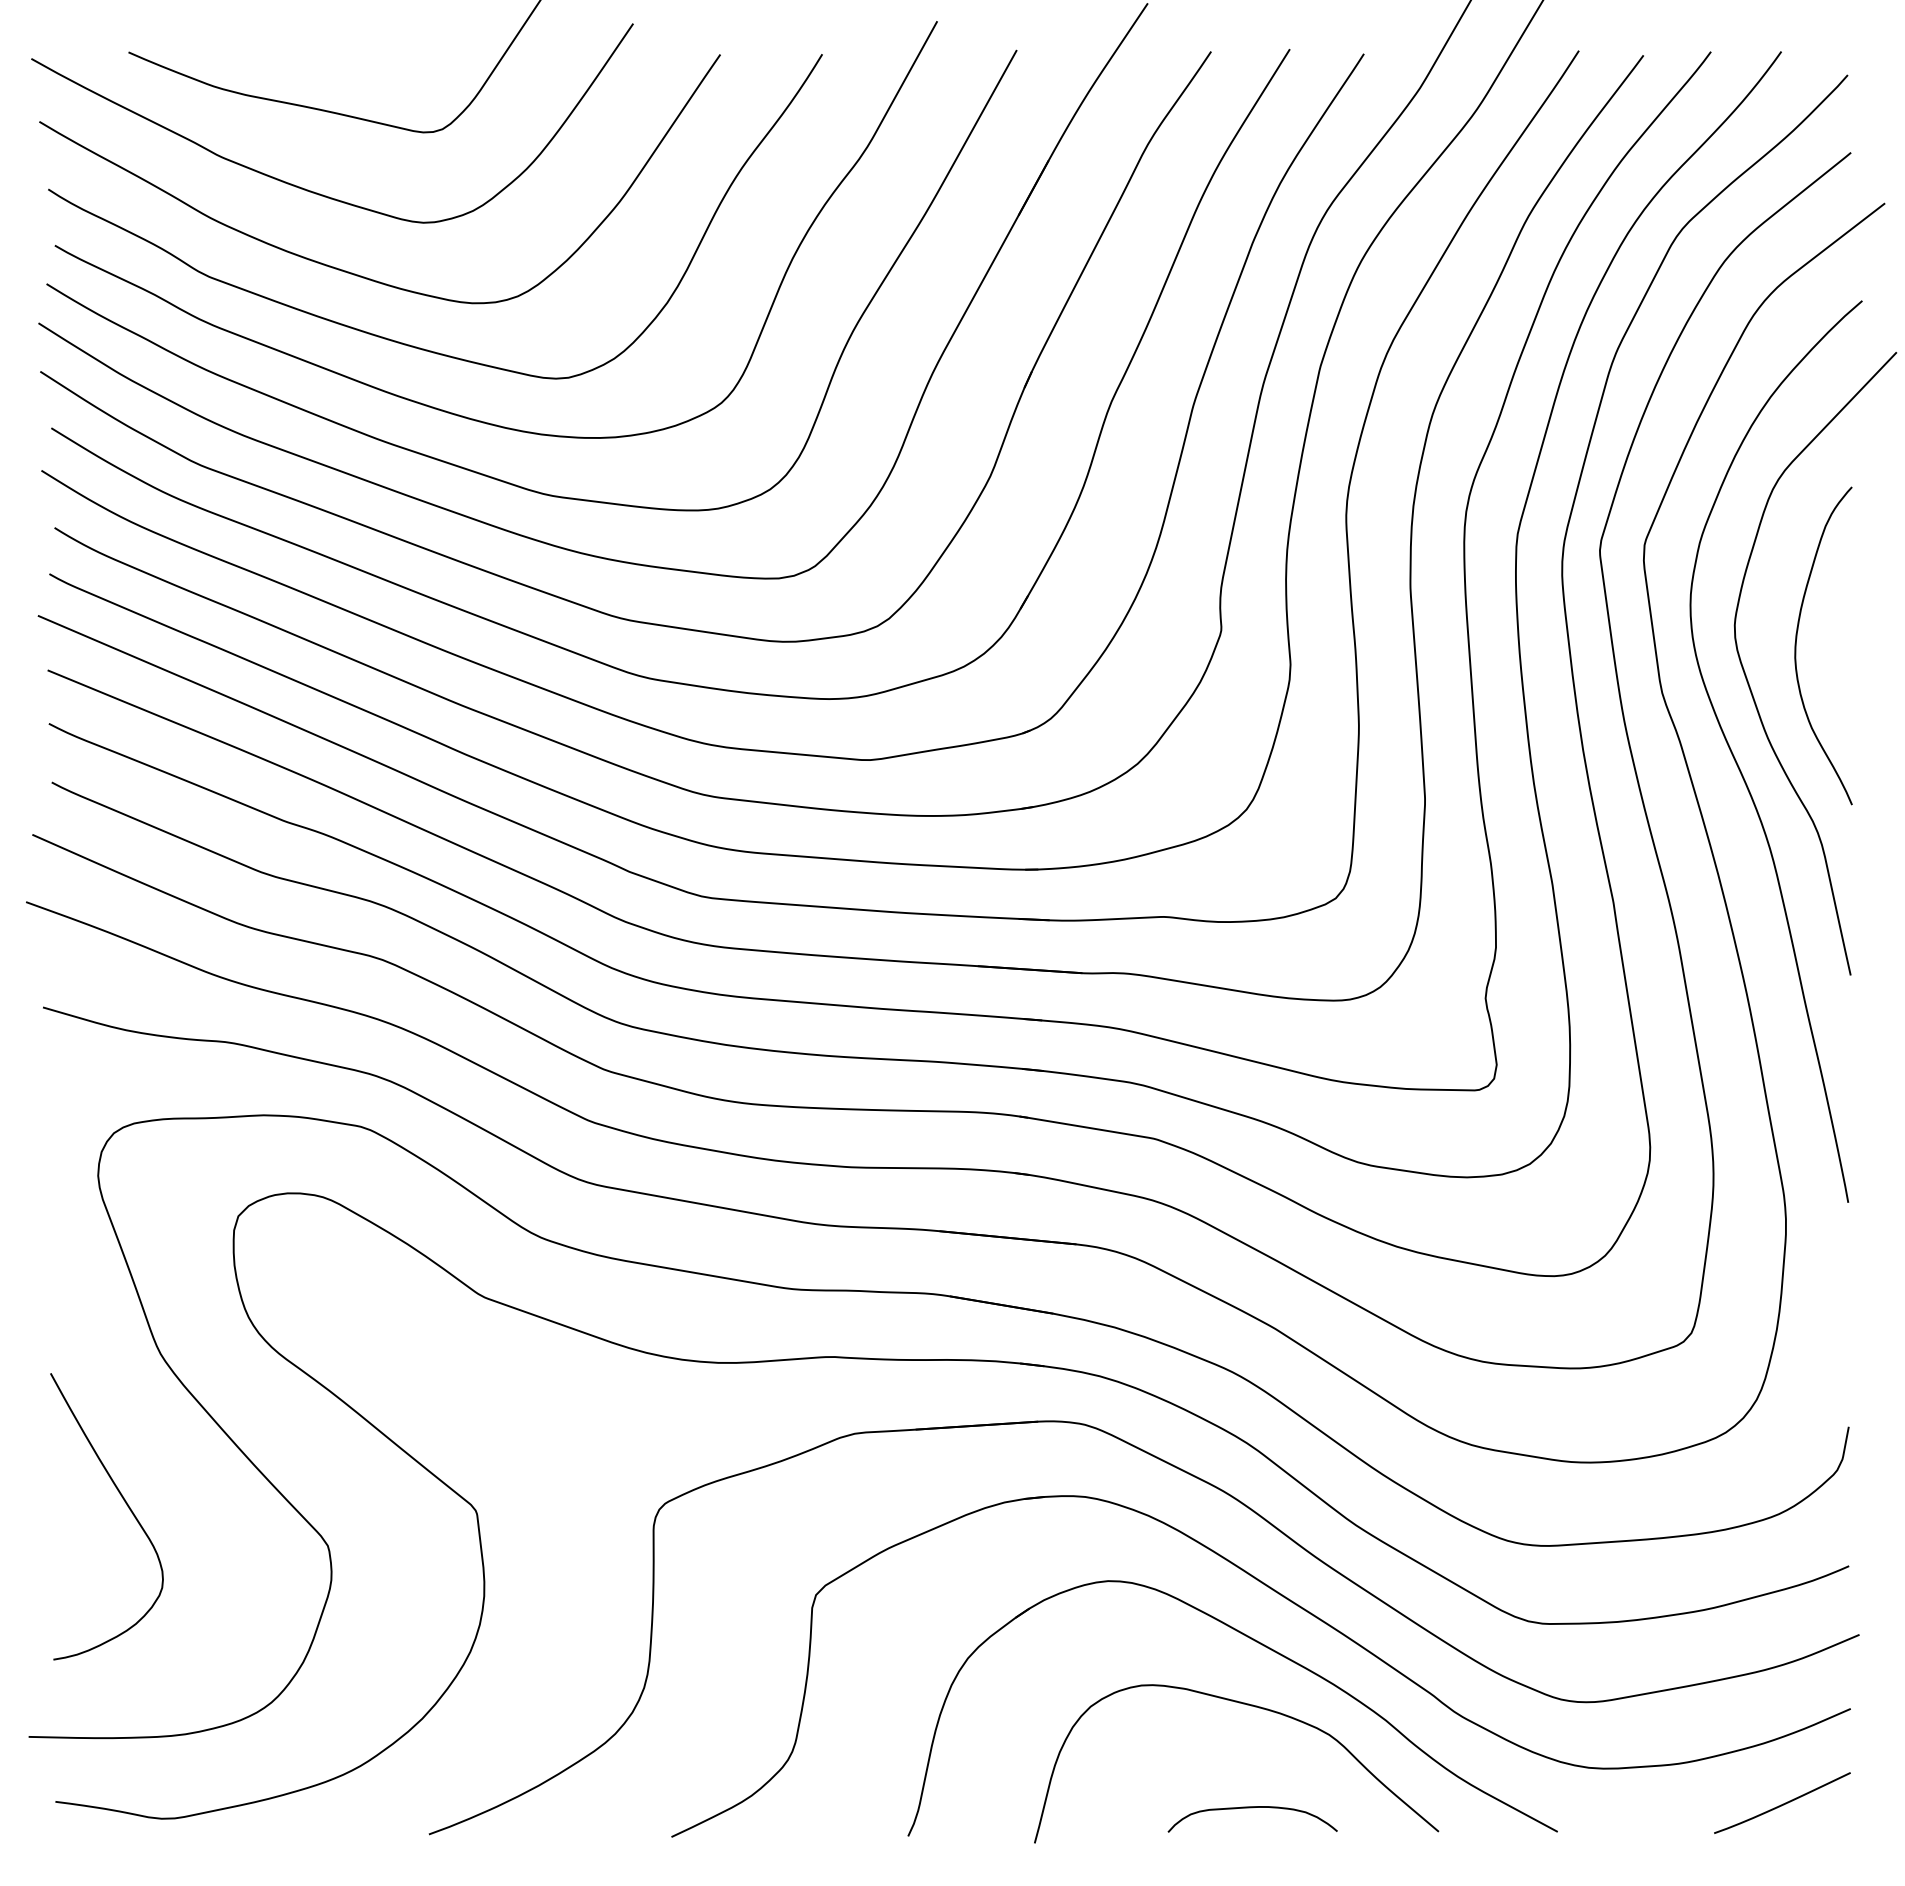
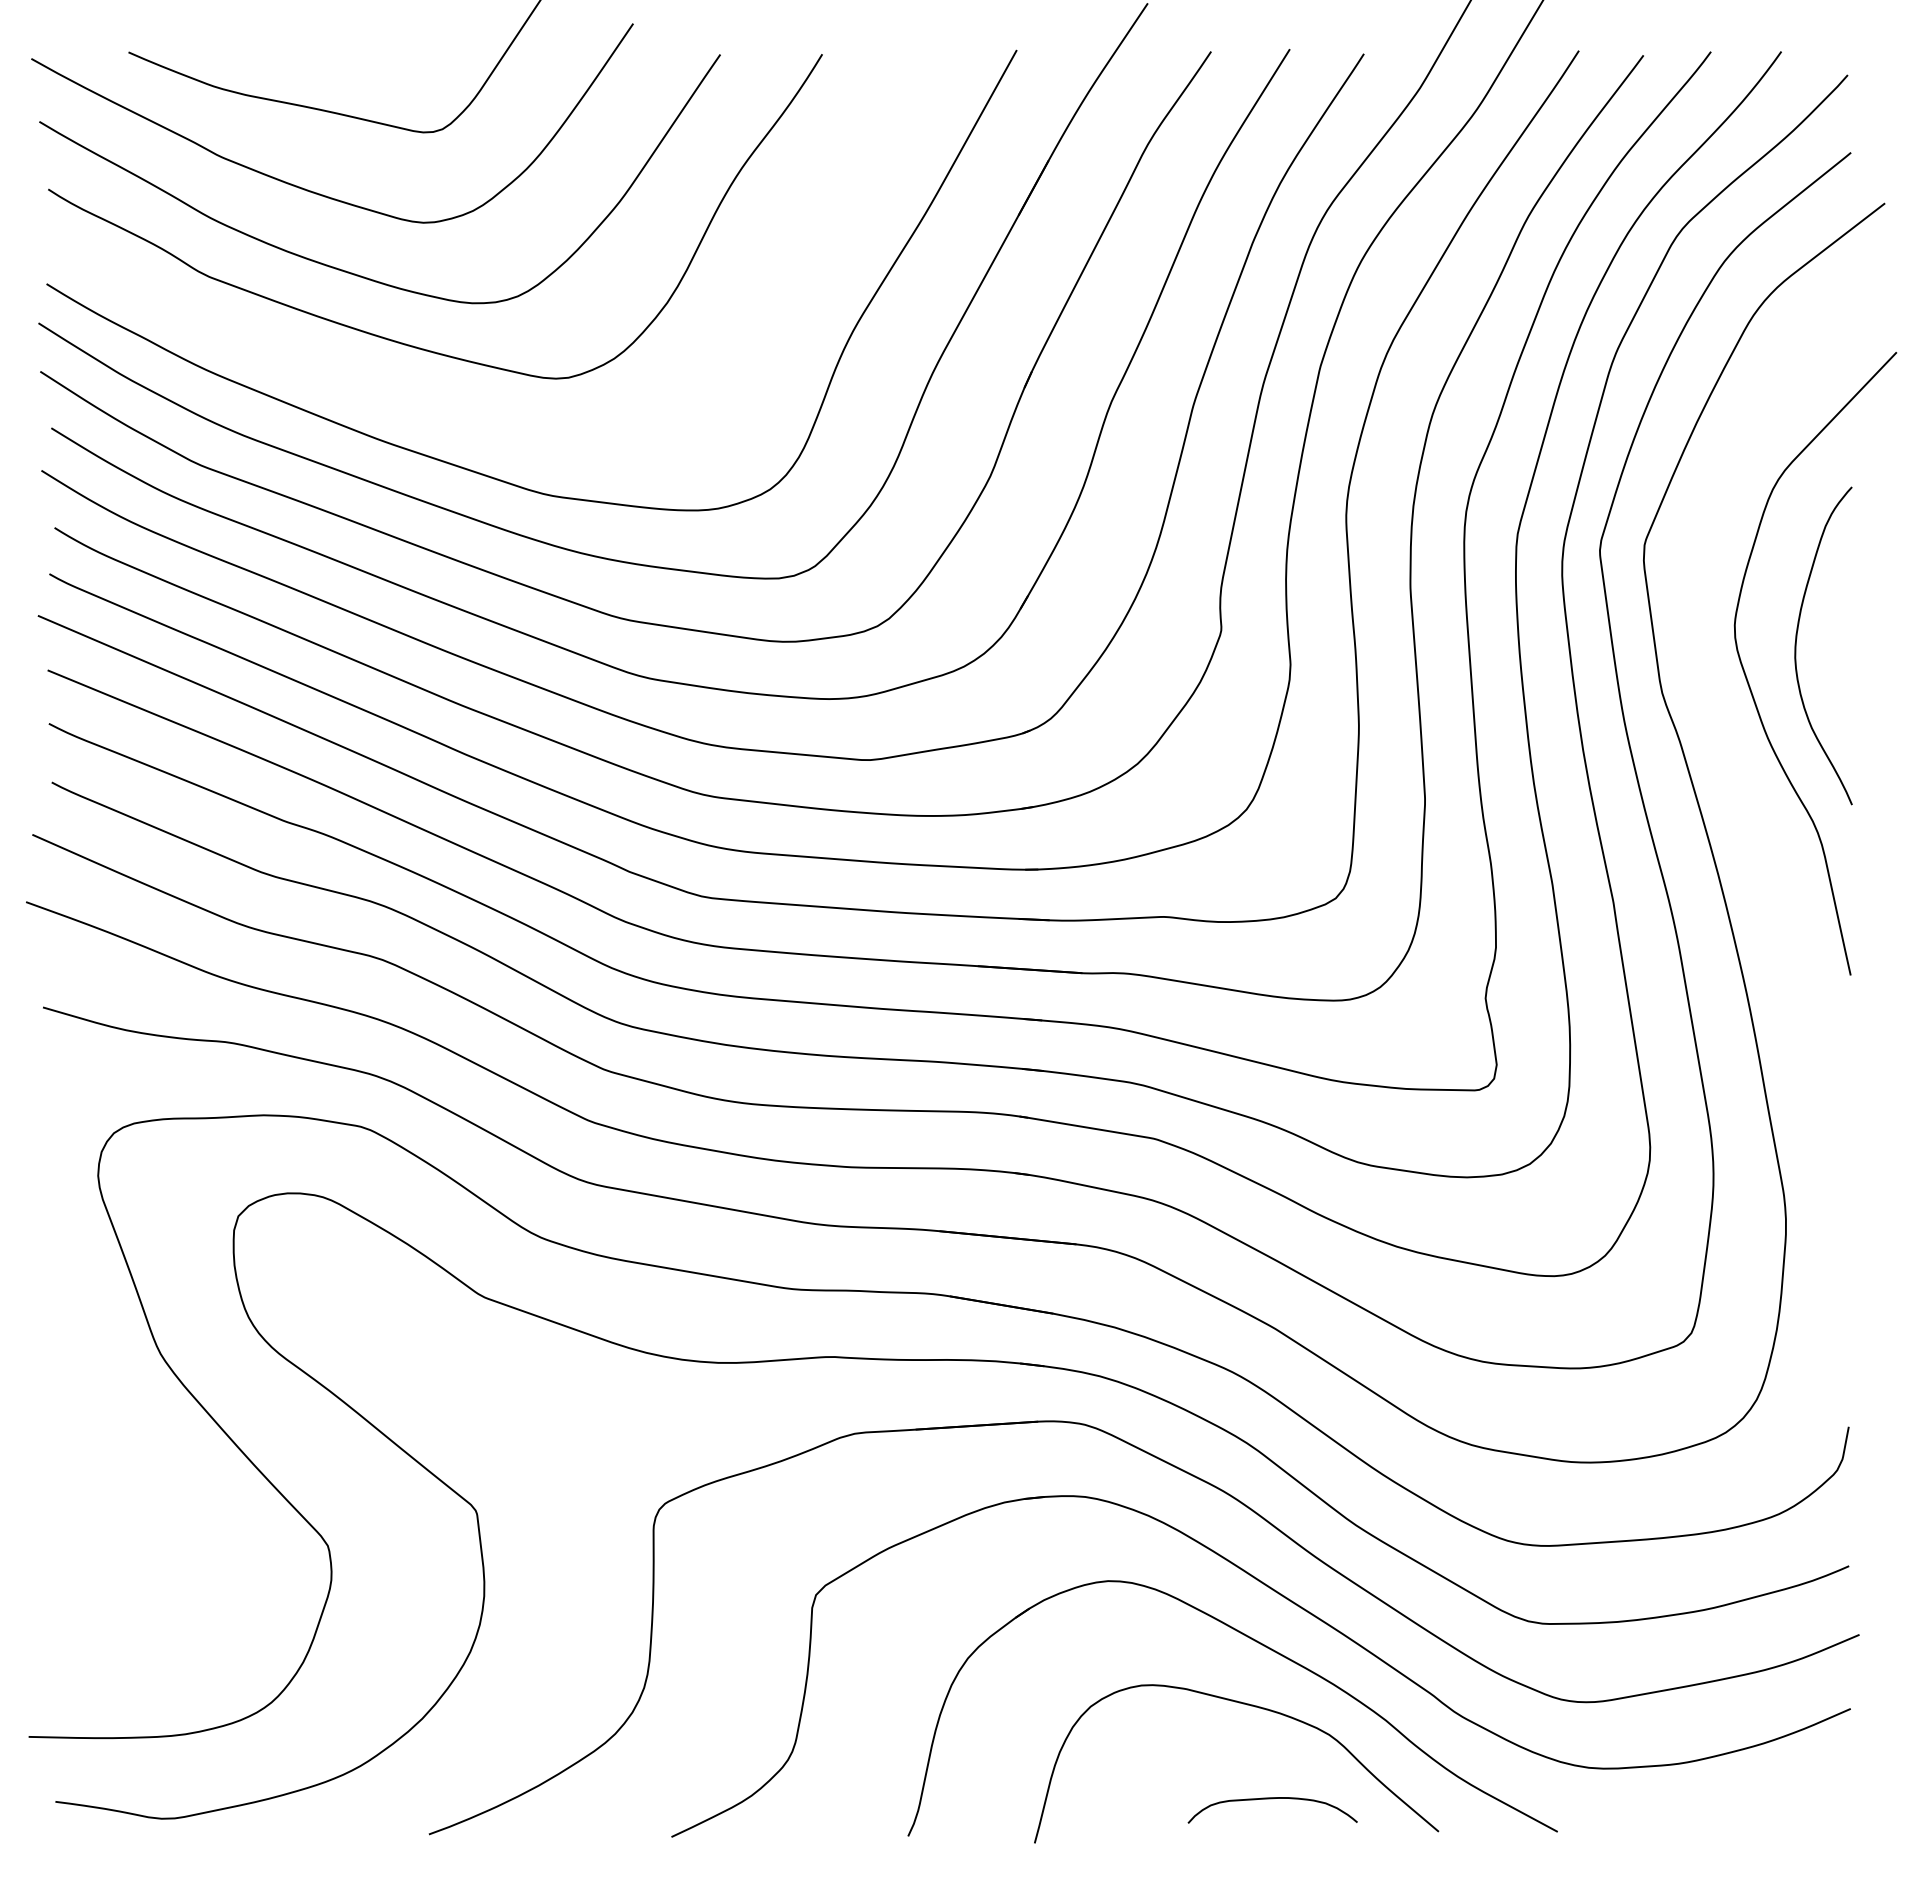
curve at (446, 410): present -> none
curve at (1740, 768): present -> none
curve at (126, 1505): present -> none
curve at (1783, 1803): present -> none
curve at (1252, 1808) position: (1252, 1808) -> (1272, 1799)
